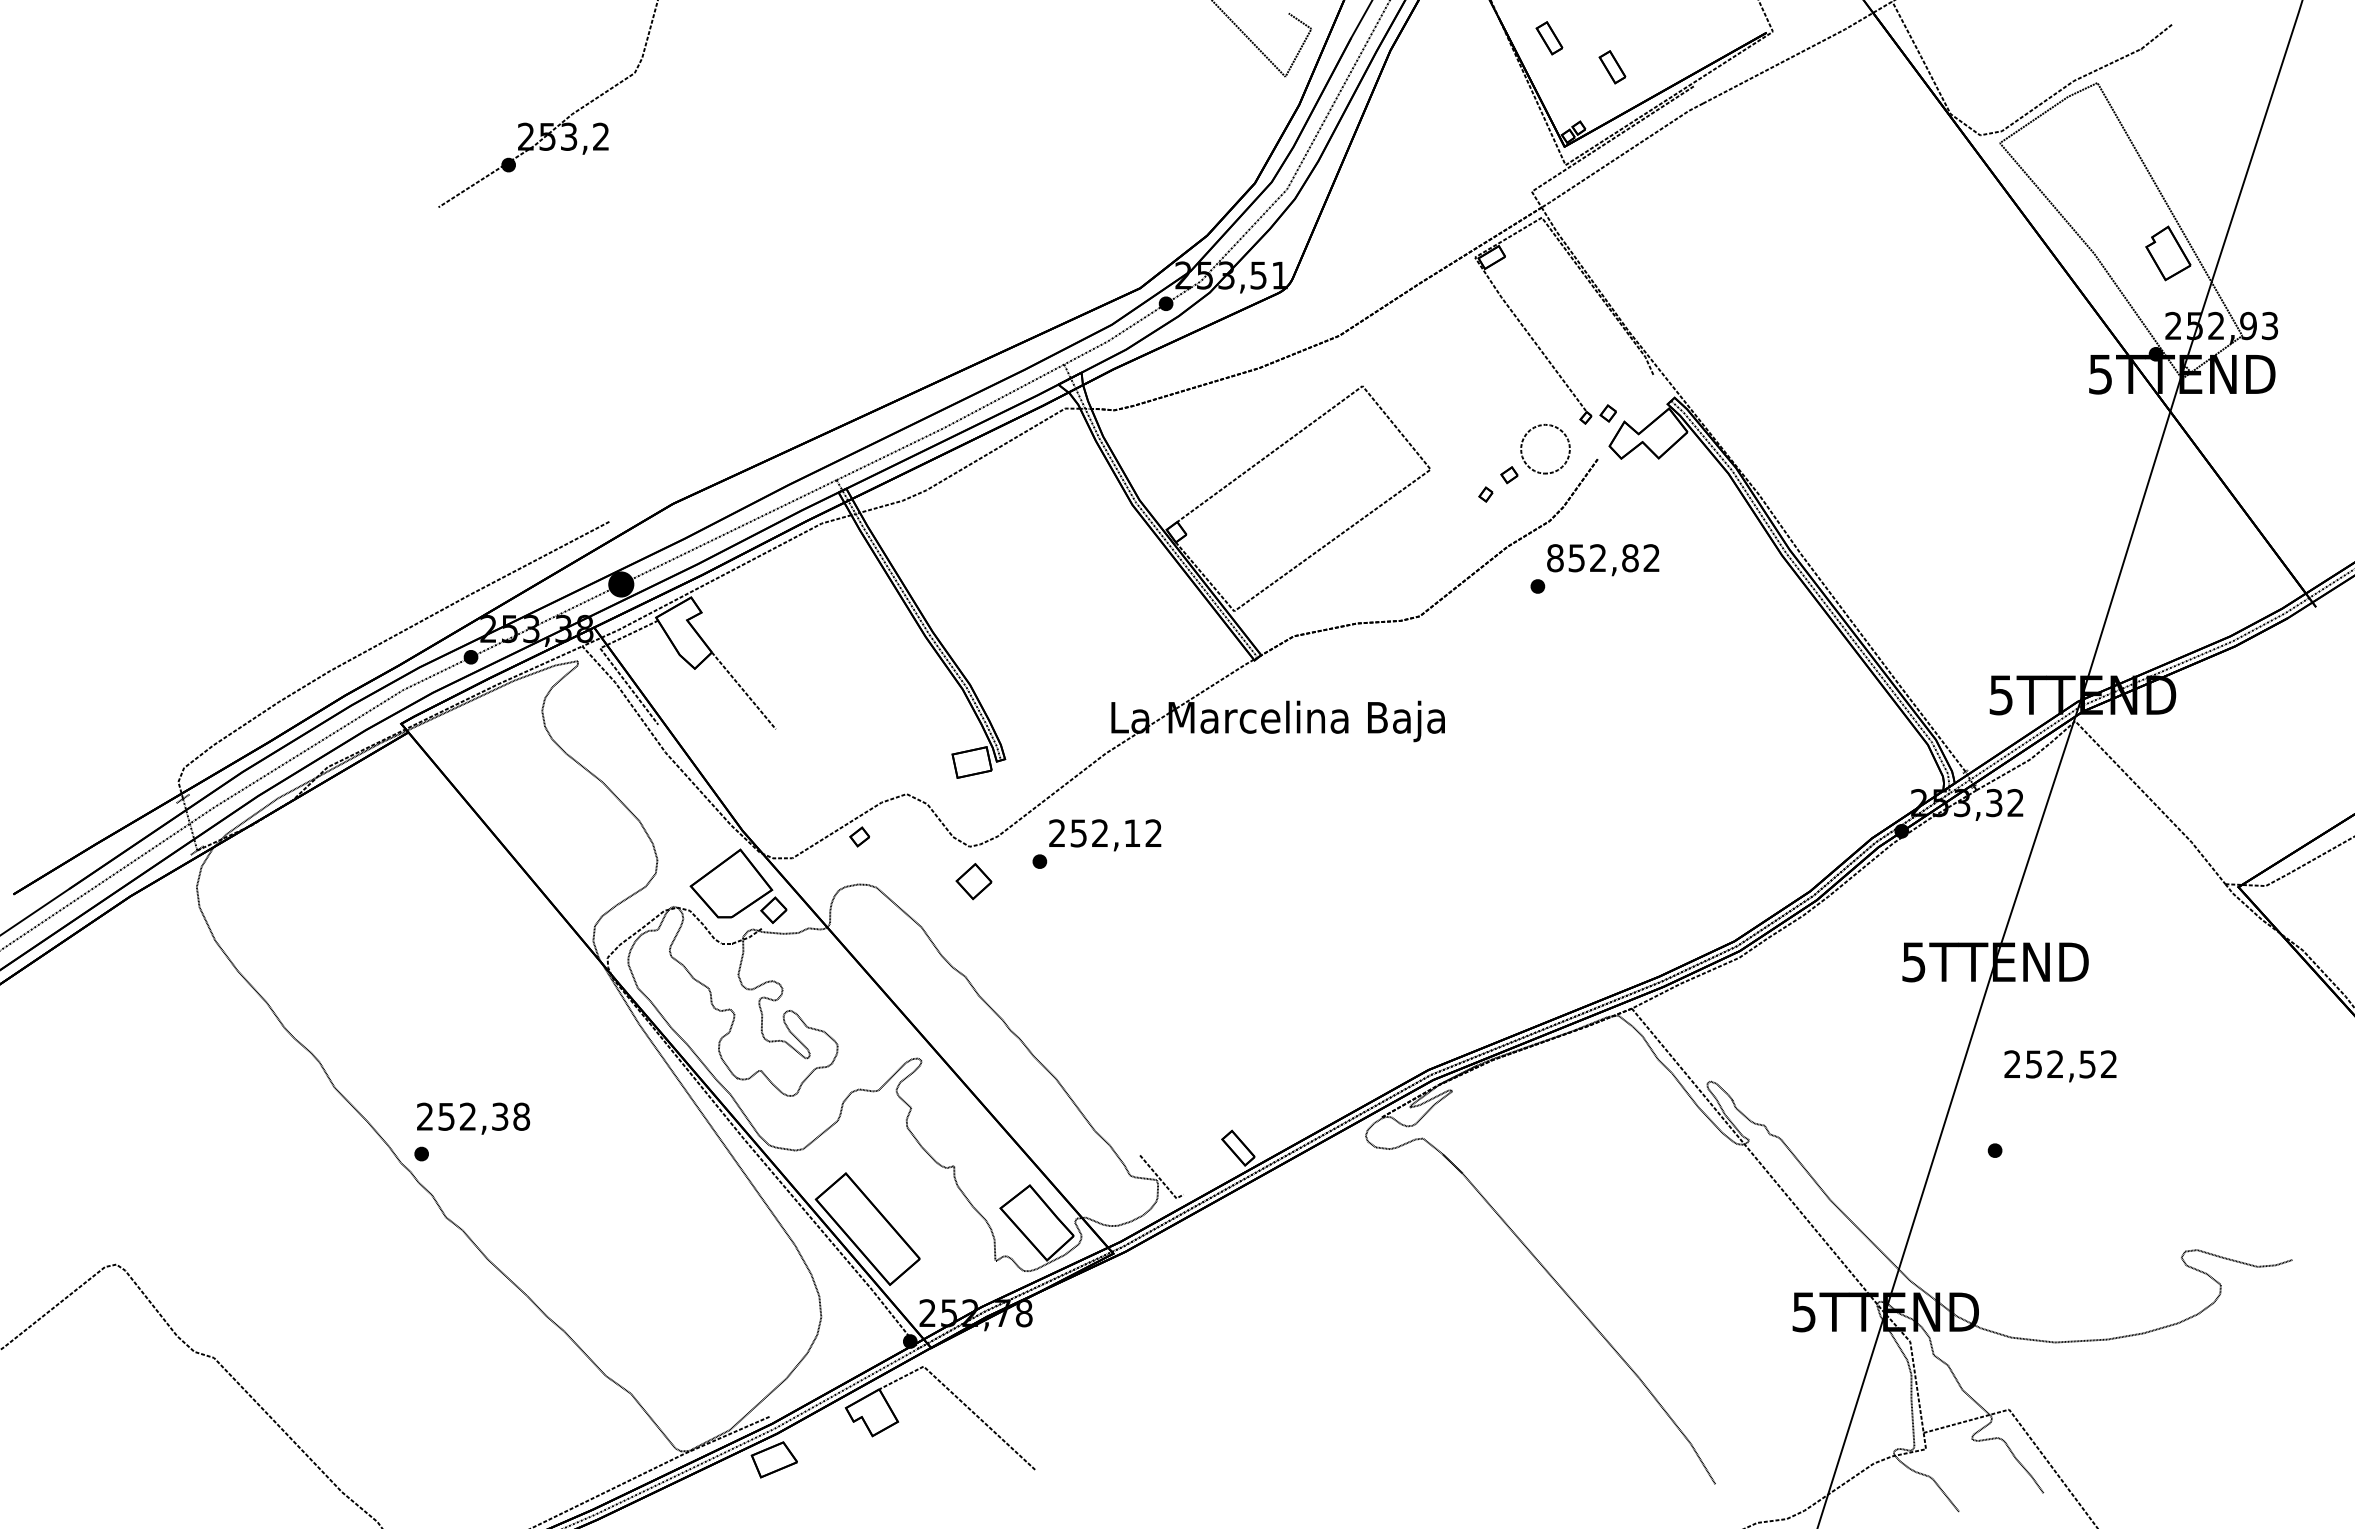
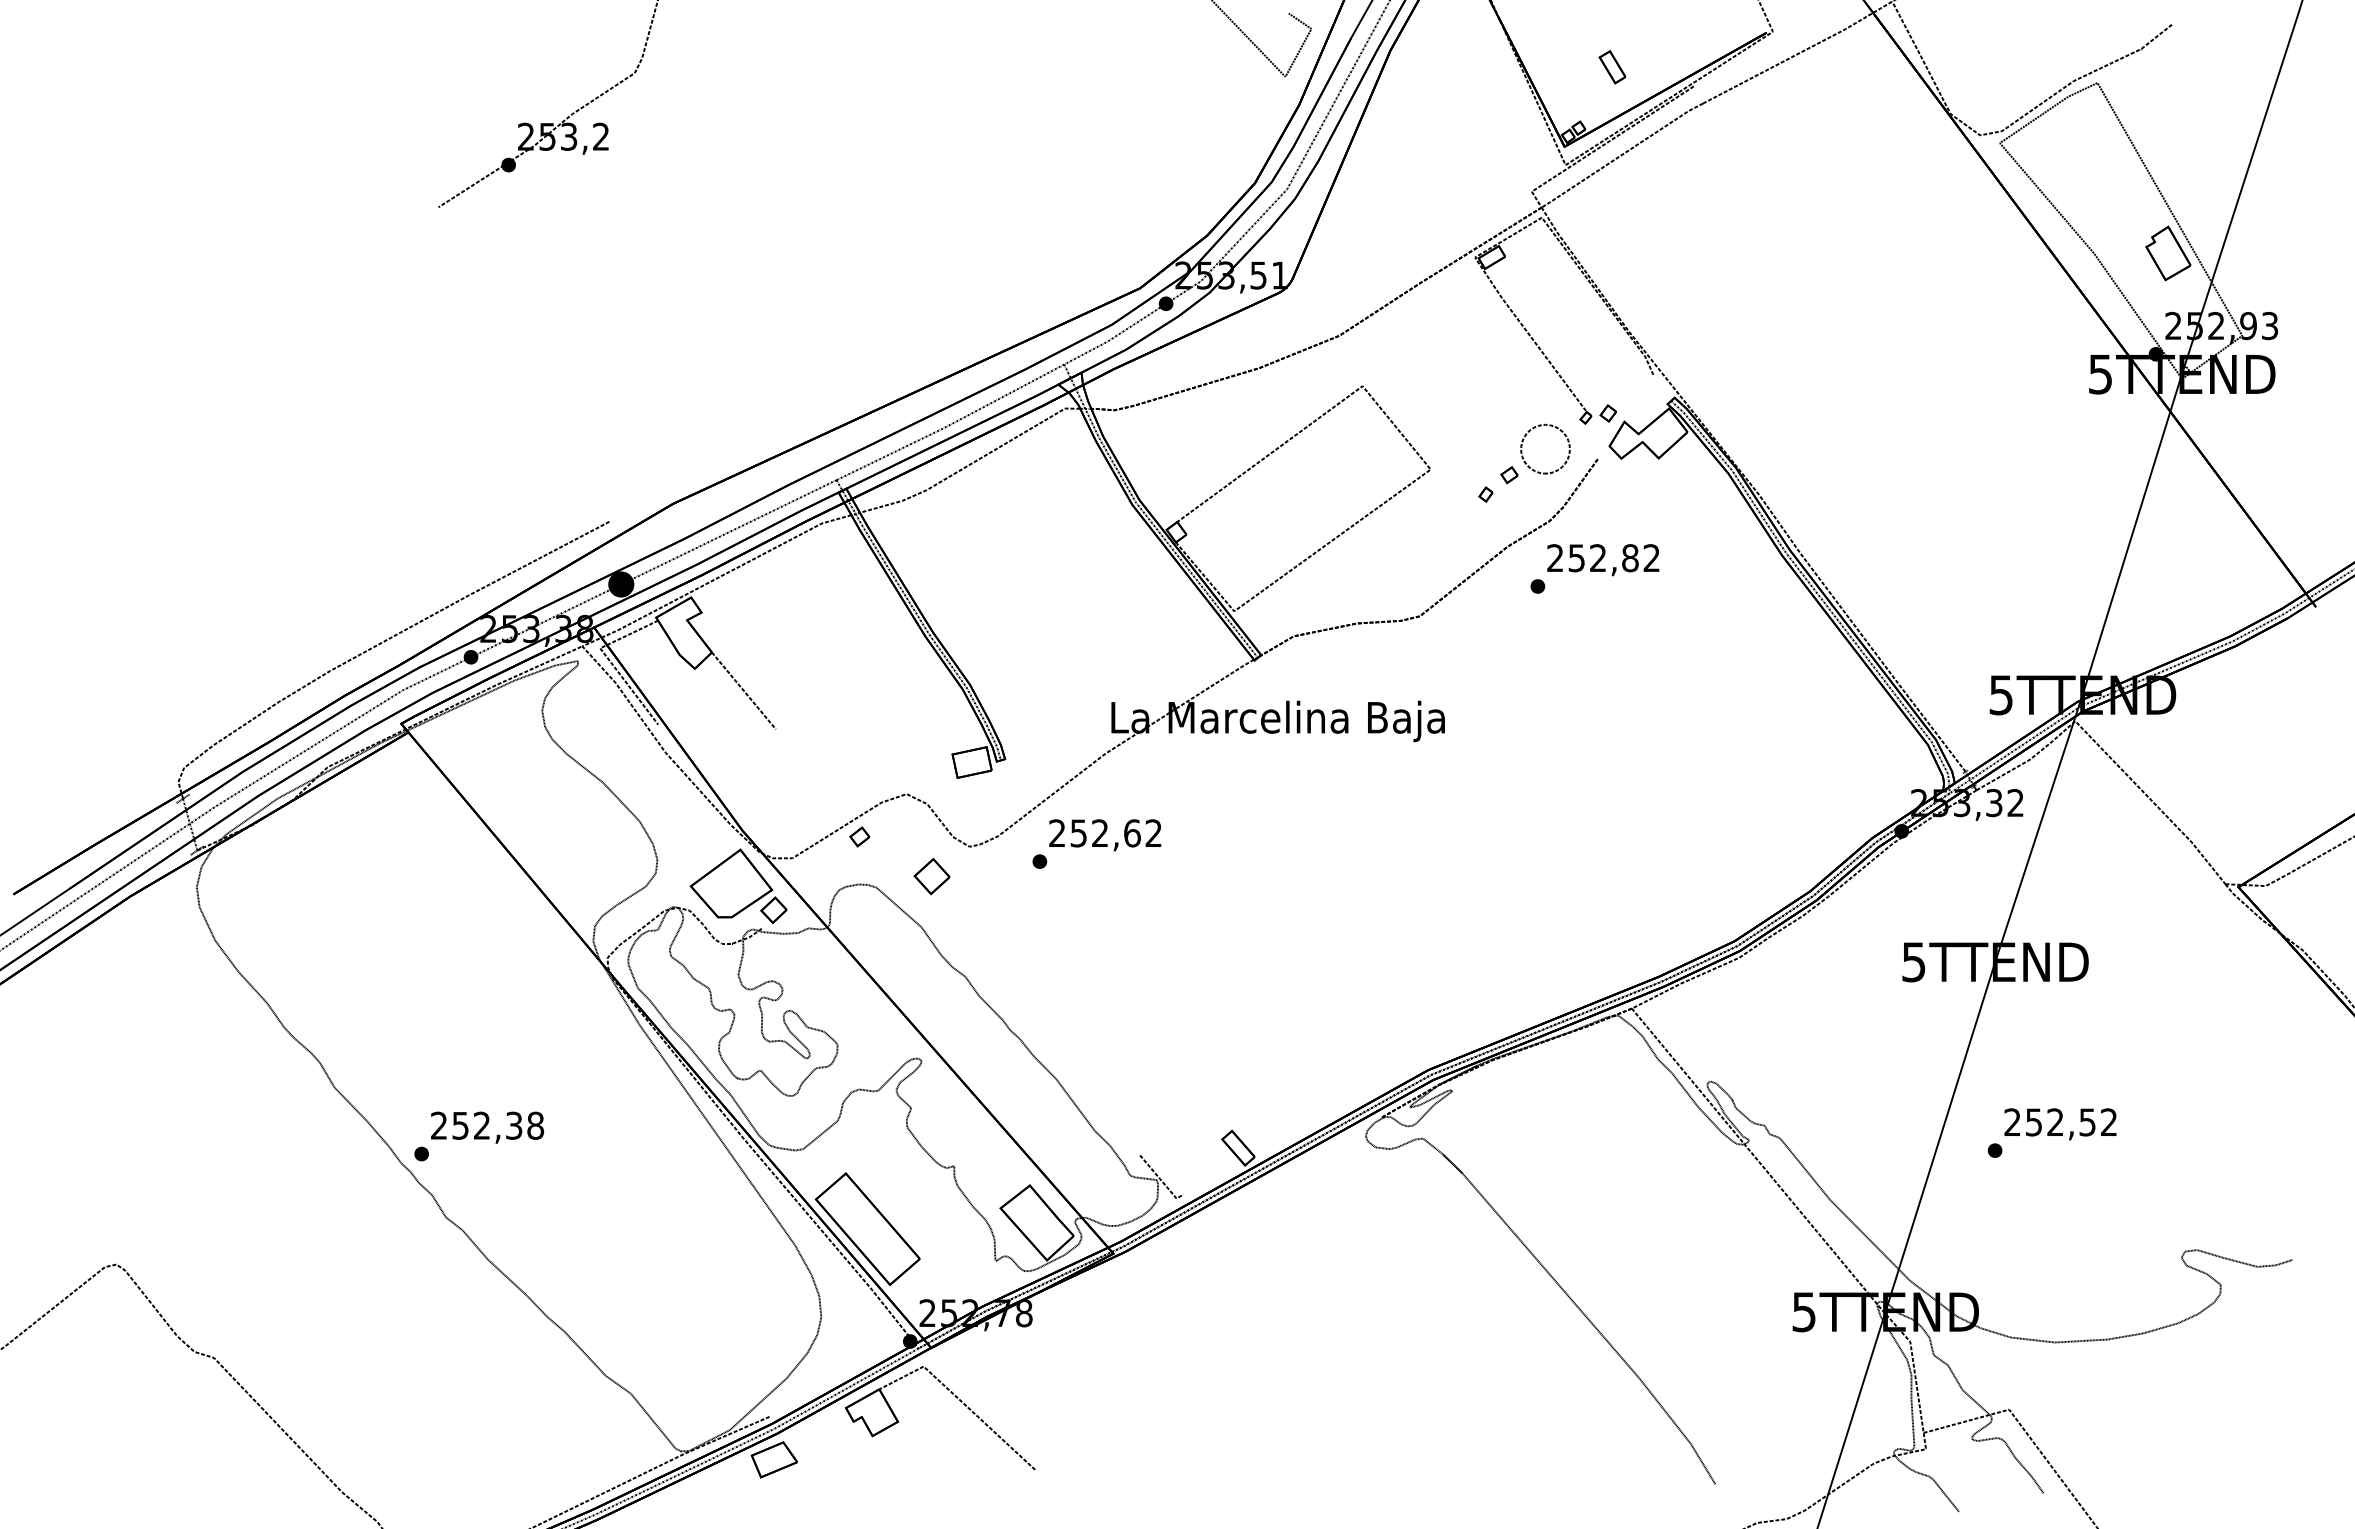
part at (1549, 38): present -> none
text at (1555, 558): 852,82 -> 252,82
text at (1132, 833): 252,12 -> 252,62
part at (973, 881) position: (973, 881) -> (931, 876)
text at (2060, 1066) position: (2060, 1066) -> (2060, 1124)
text at (473, 1118) position: (473, 1118) -> (487, 1127)
